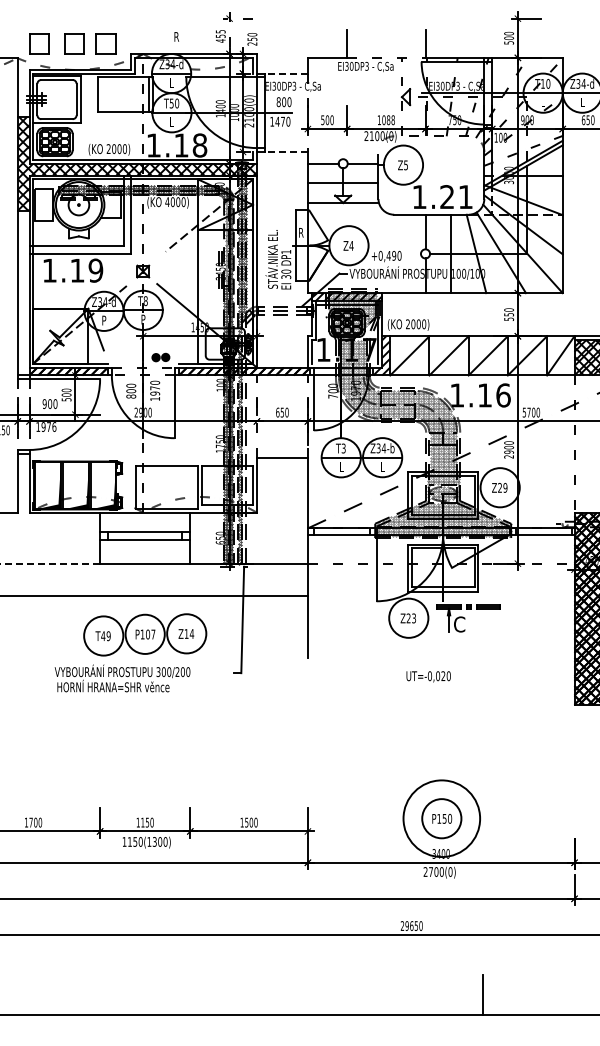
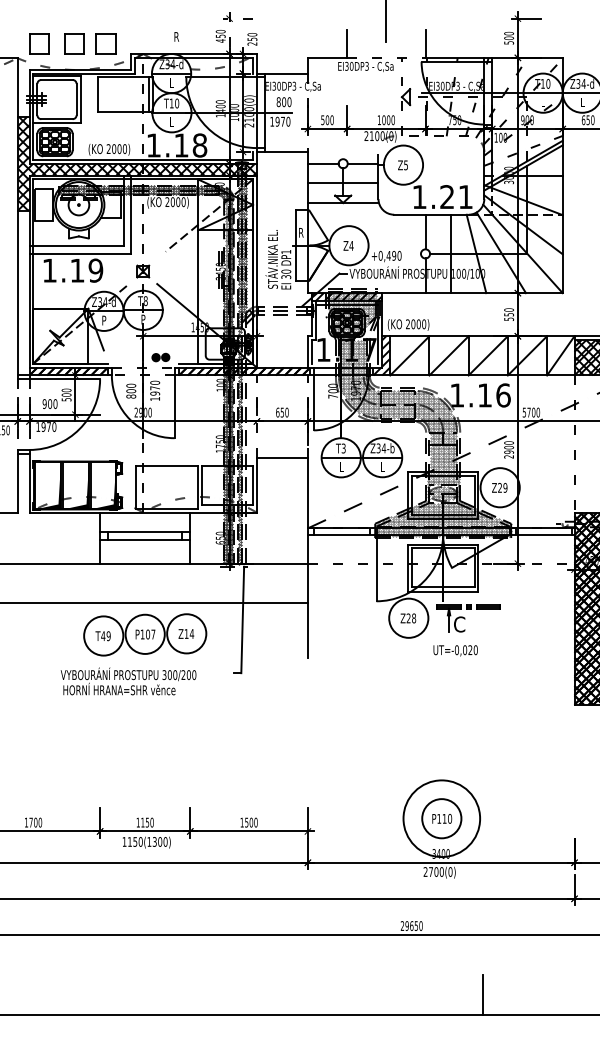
line at (386, 22): none -> present
text at (220, 31): 455 -> 450
line at (286, 73): dashed -> solid
text at (171, 103): T50 -> T10
text at (390, 119): 1088 -> 1000
text at (277, 121): 1470 -> 1970
line at (286, 152): dashed -> solid
text at (167, 201): 4000) -> 2000)
text at (54, 426): 1976 -> 1970
line at (50, 563): dashed -> solid
line at (154, 595) position: (154, 595) -> (154, 602)
text at (414, 618): Z23 -> Z28
text at (428, 676) position: (428, 676) -> (455, 650)
text at (122, 678) position: (122, 678) -> (128, 681)
text at (444, 818): P150 -> P110
